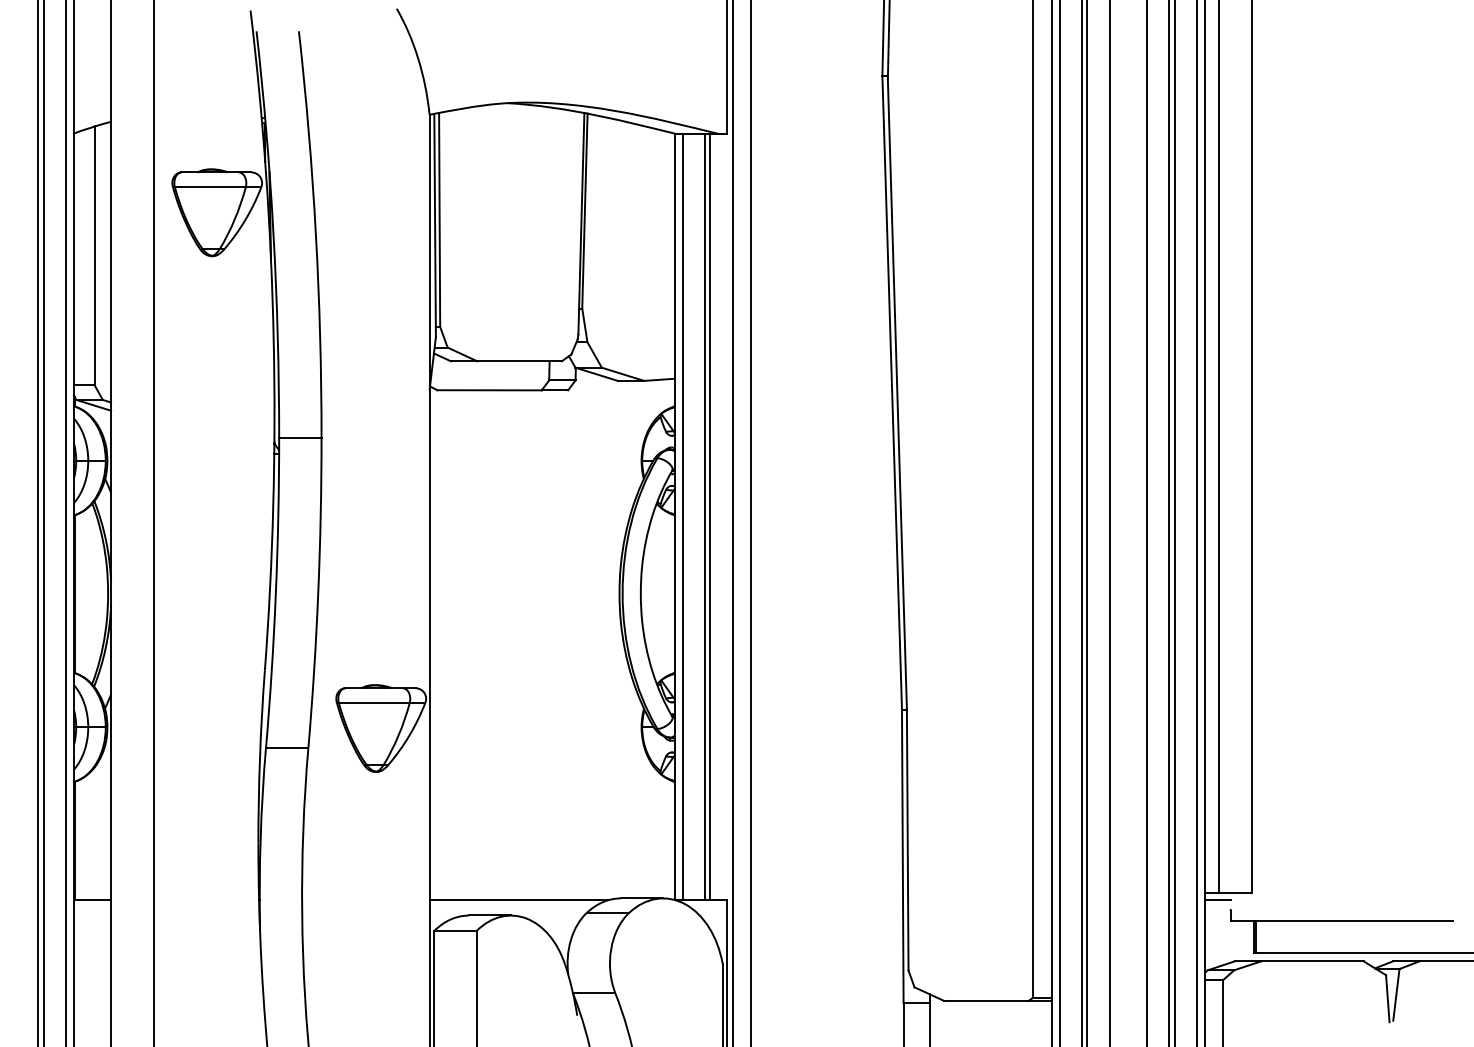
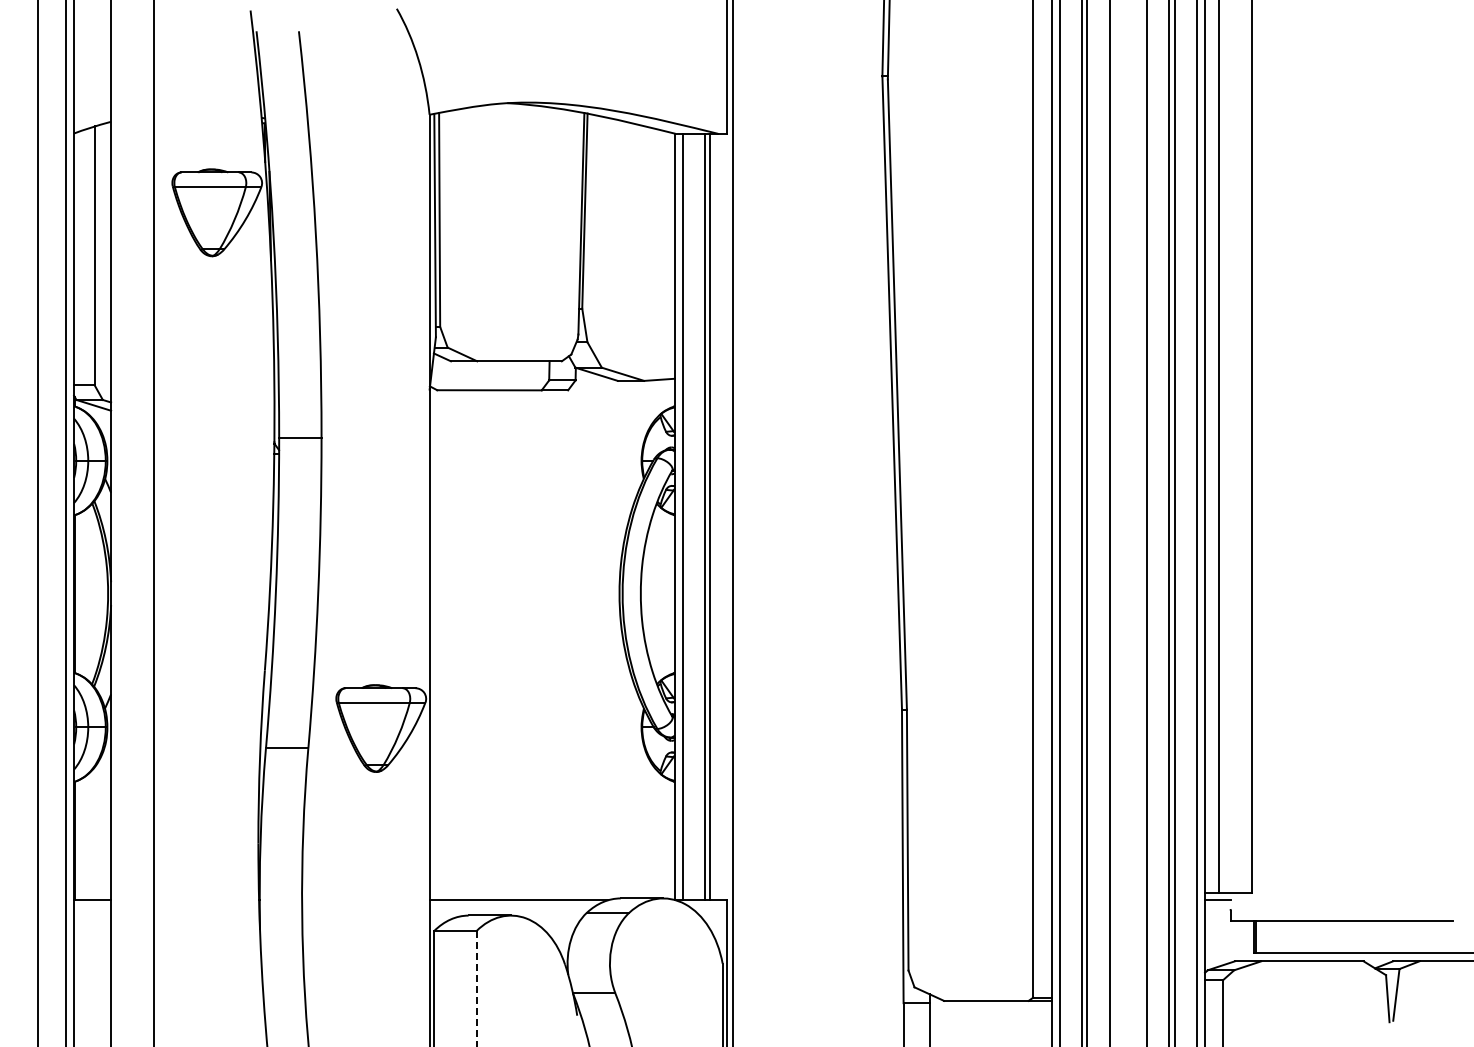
line at (44, 522): present -> none
line at (751, 522): present -> none
line at (476, 988): solid -> dashed
